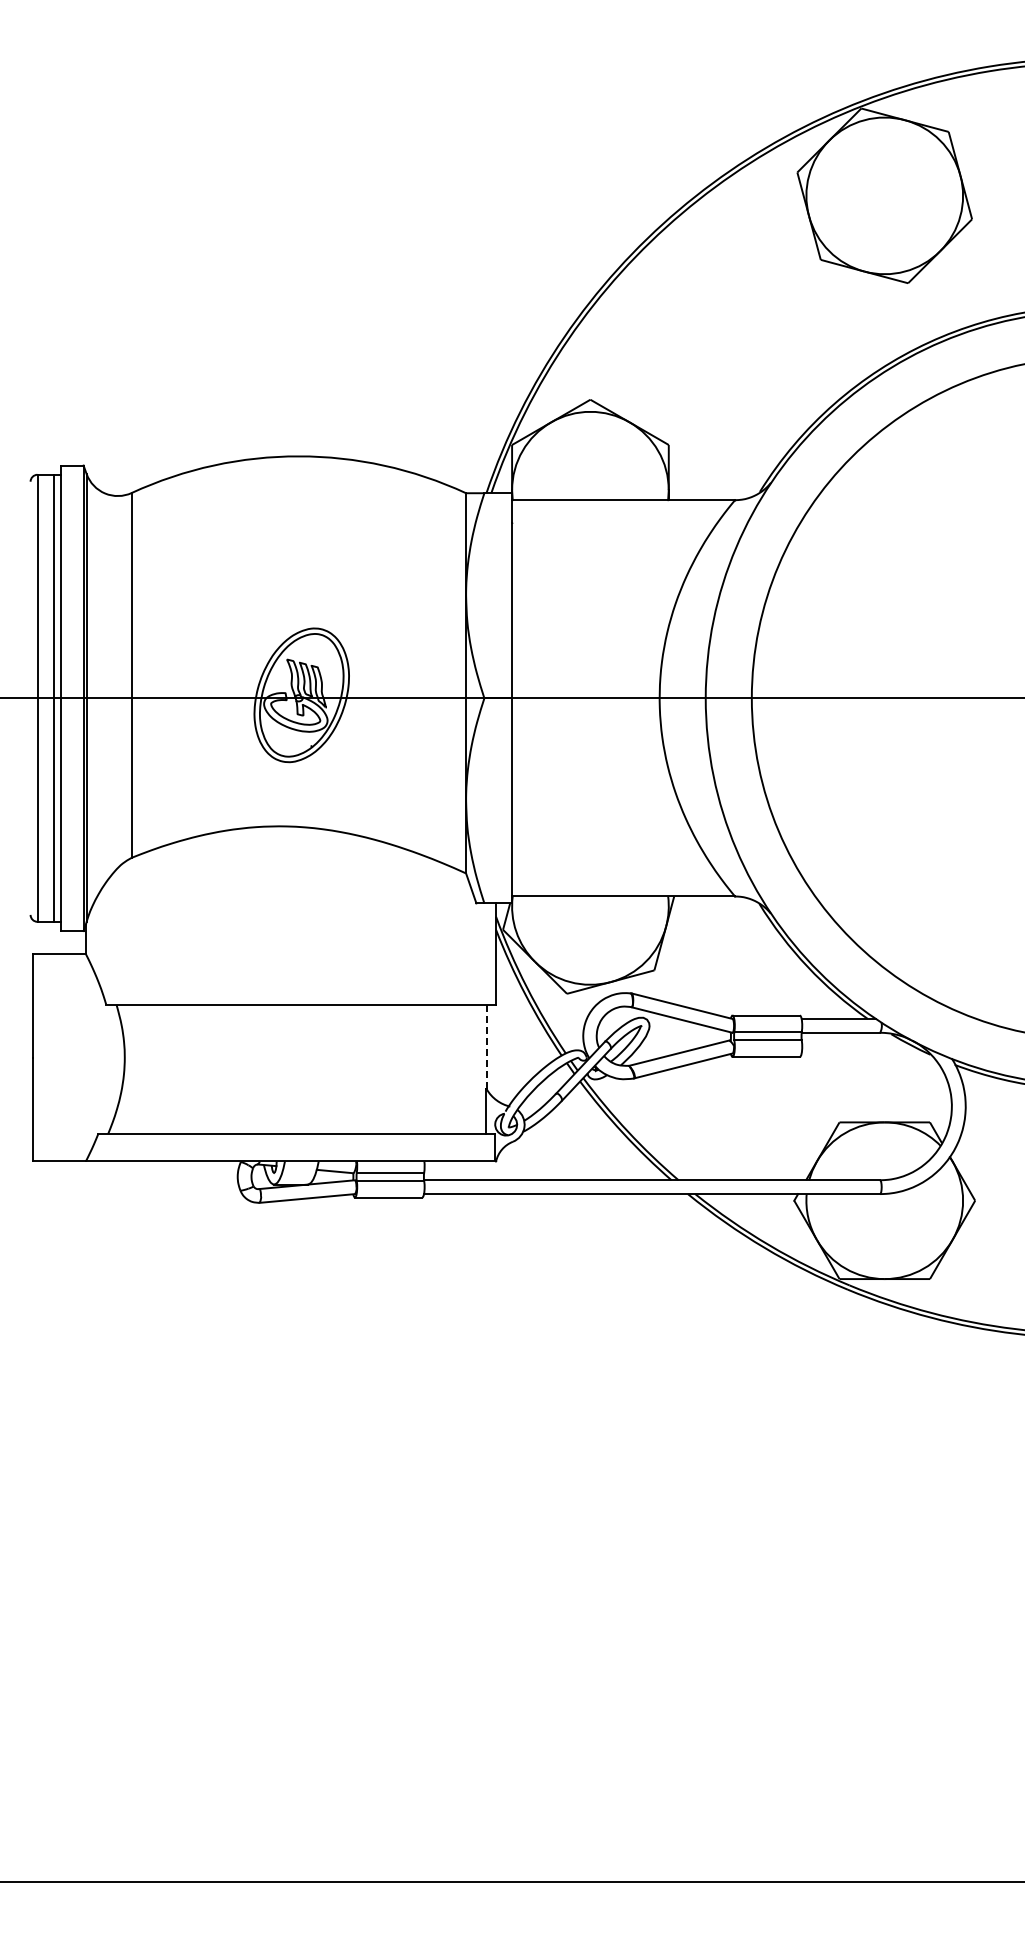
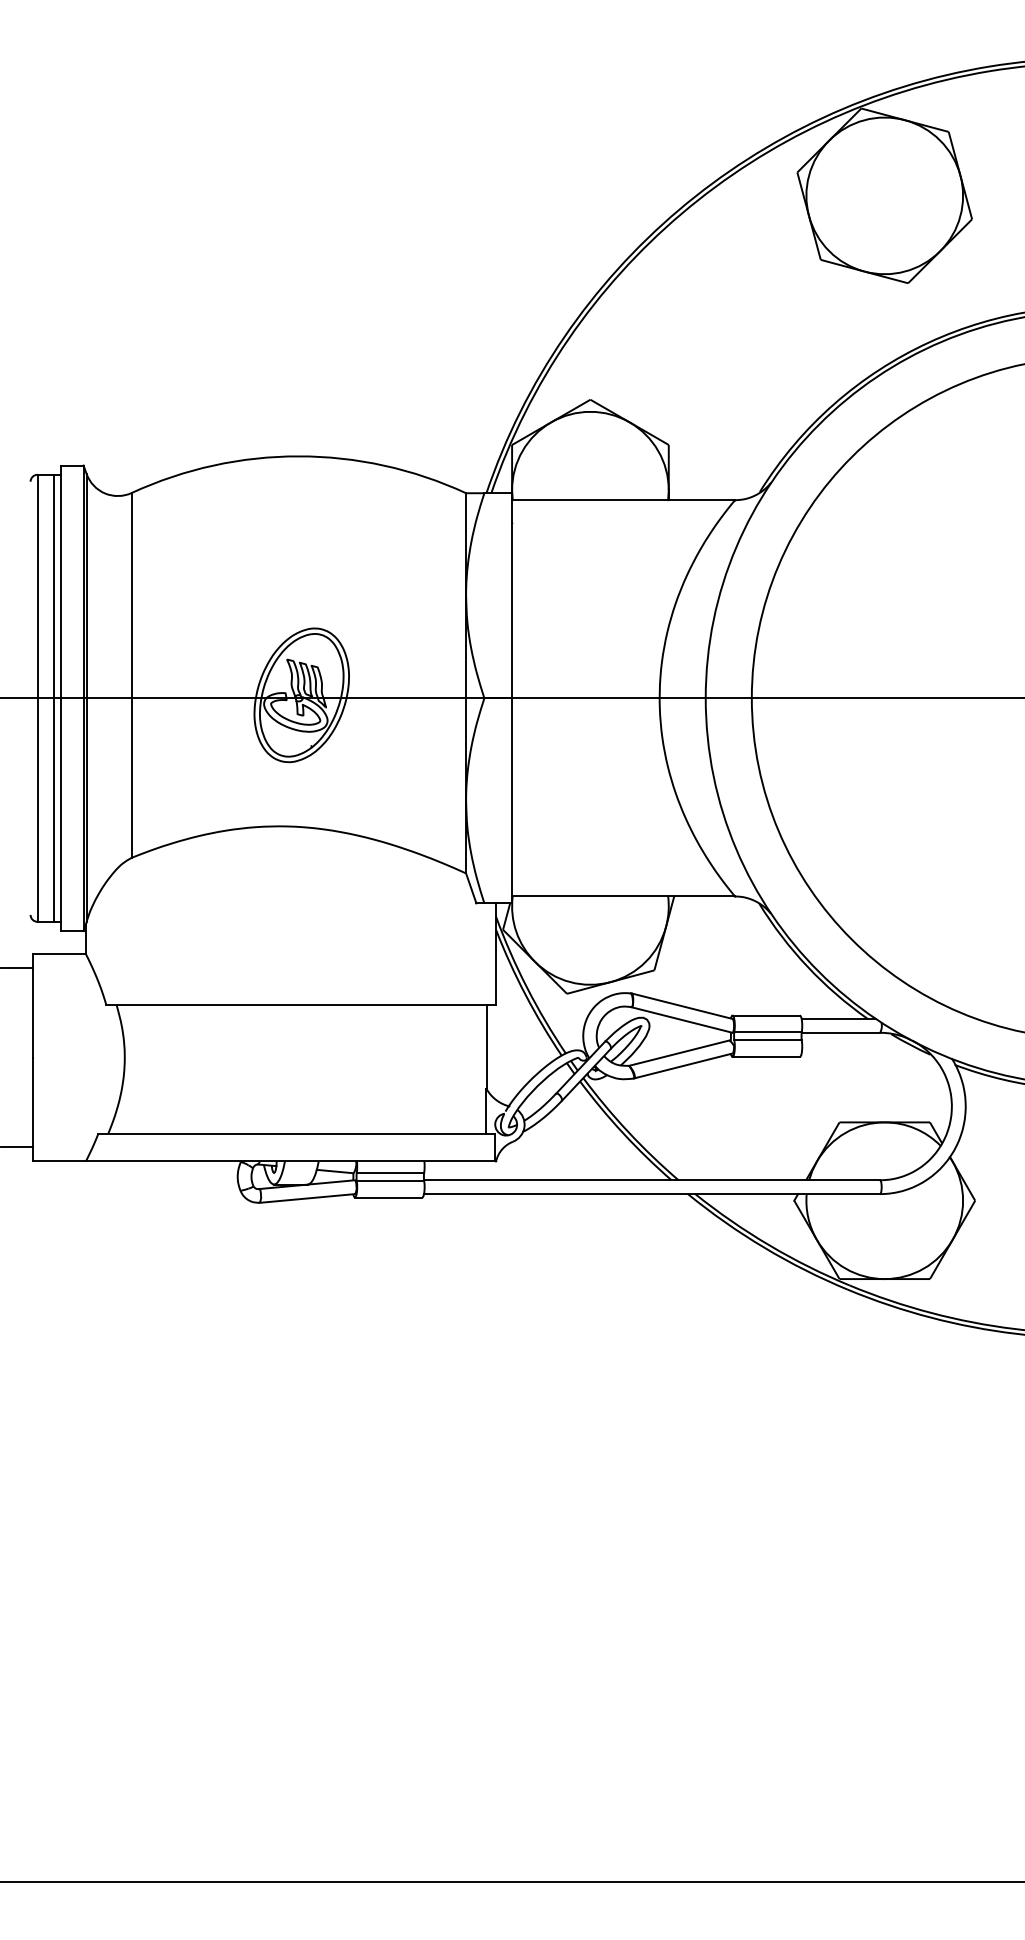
line at (17, 968): none -> present
line at (486, 1046): dashed -> solid
line at (17, 1147): none -> present
